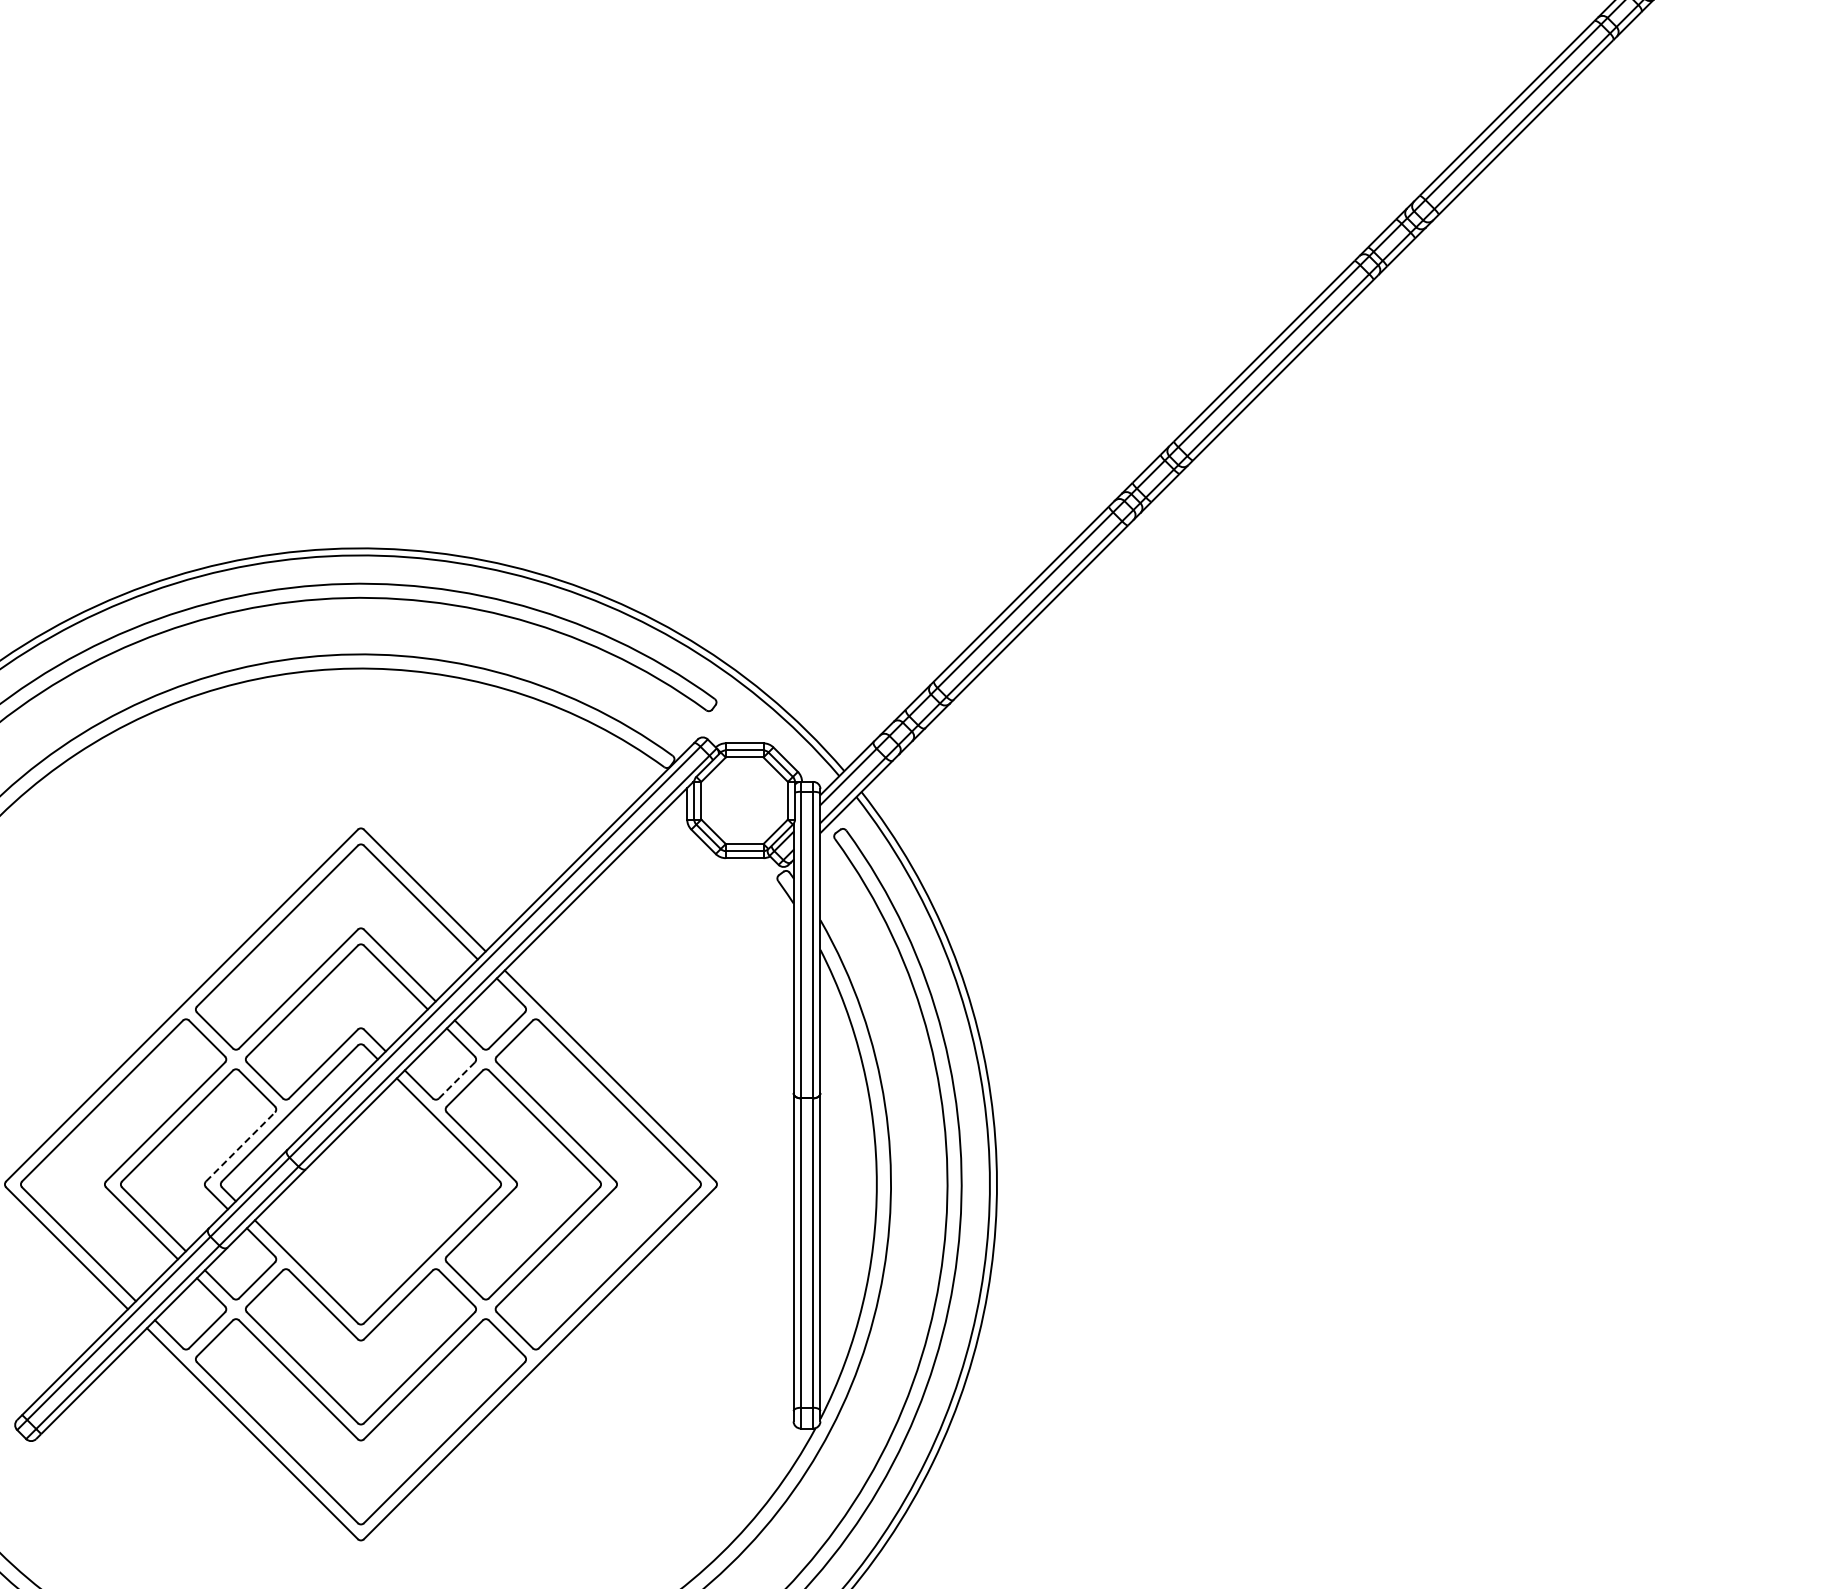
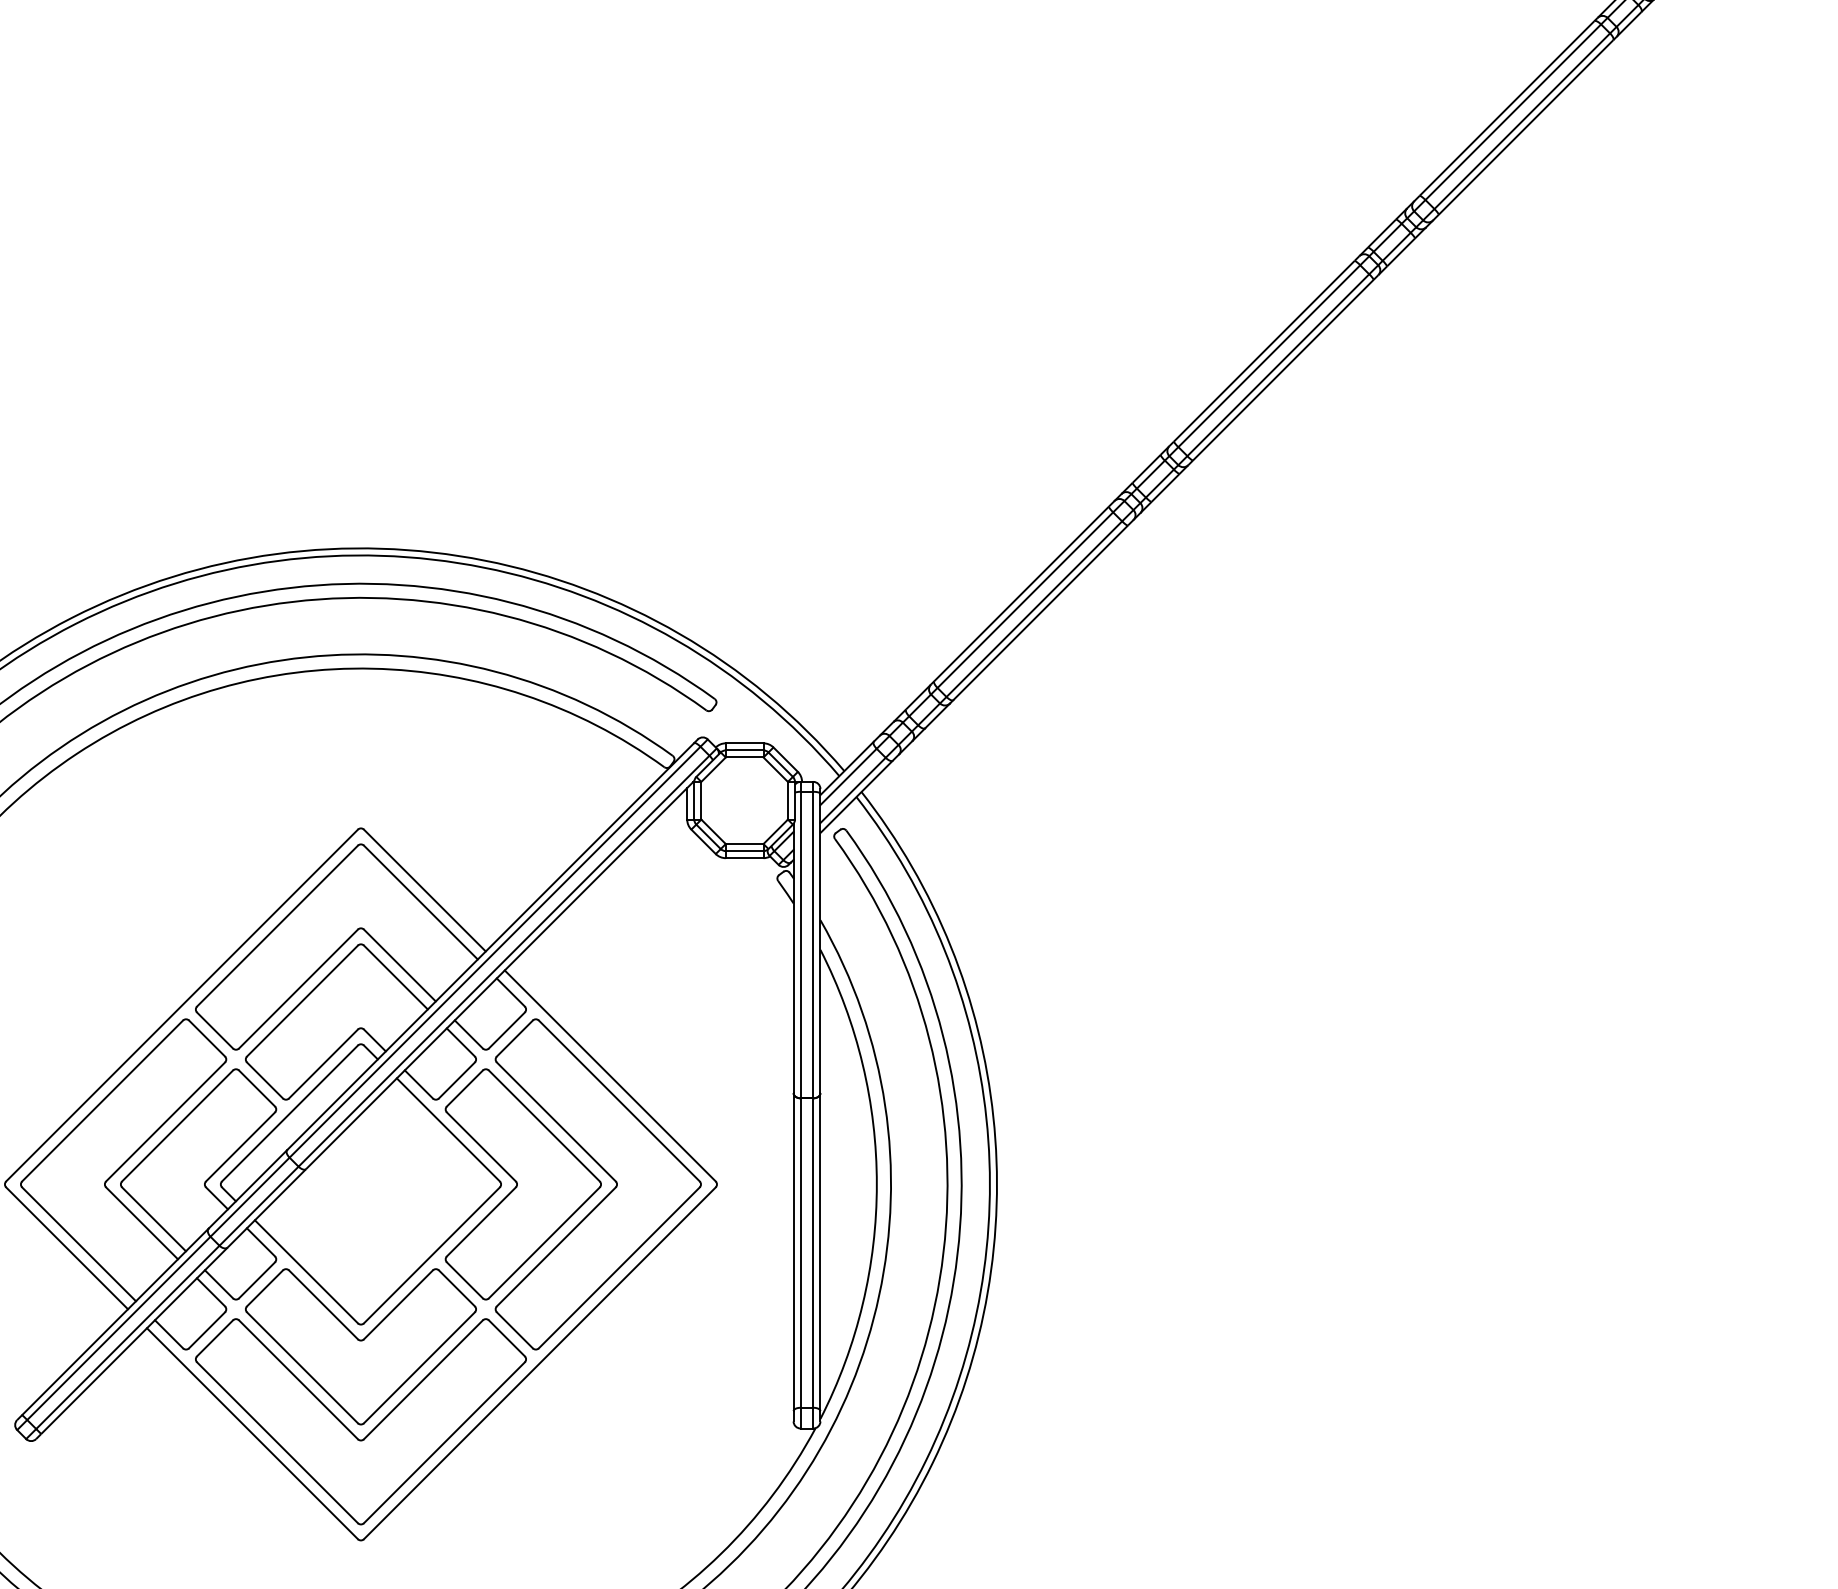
line at (457, 1080): dashed -> solid
line at (240, 1146): dashed -> solid
